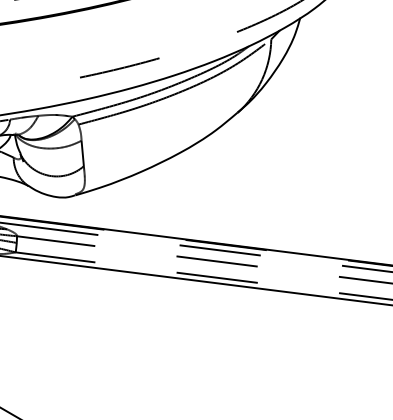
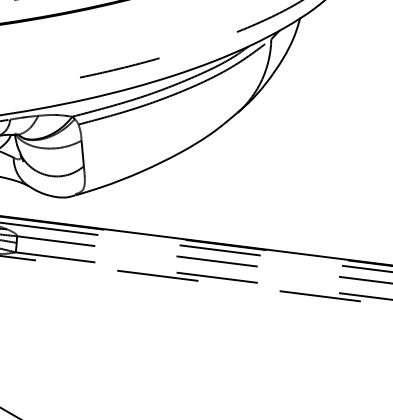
line at (196, 280): solid -> dashed
